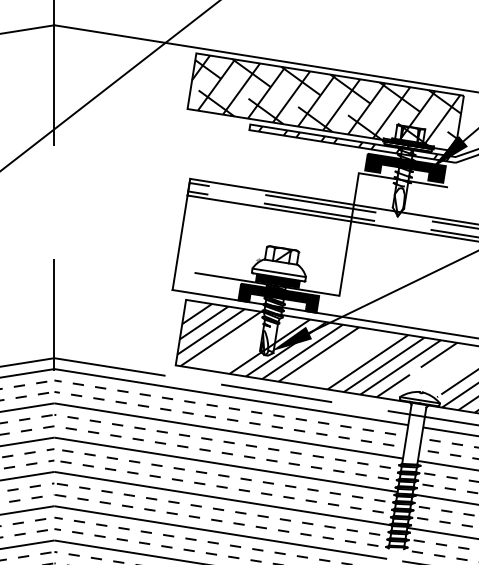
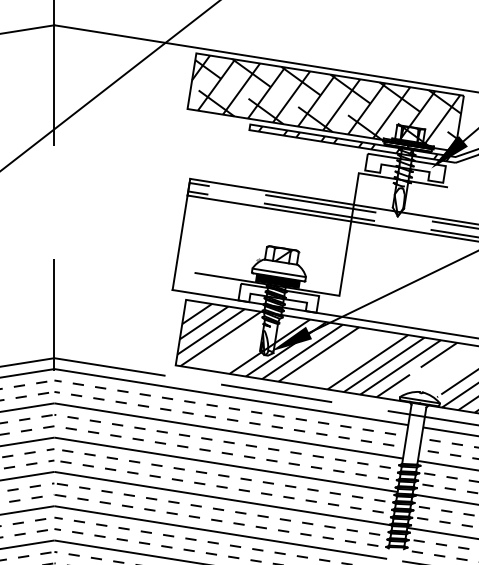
fill at (405, 167): present -> none
fill at (278, 297): present -> none
